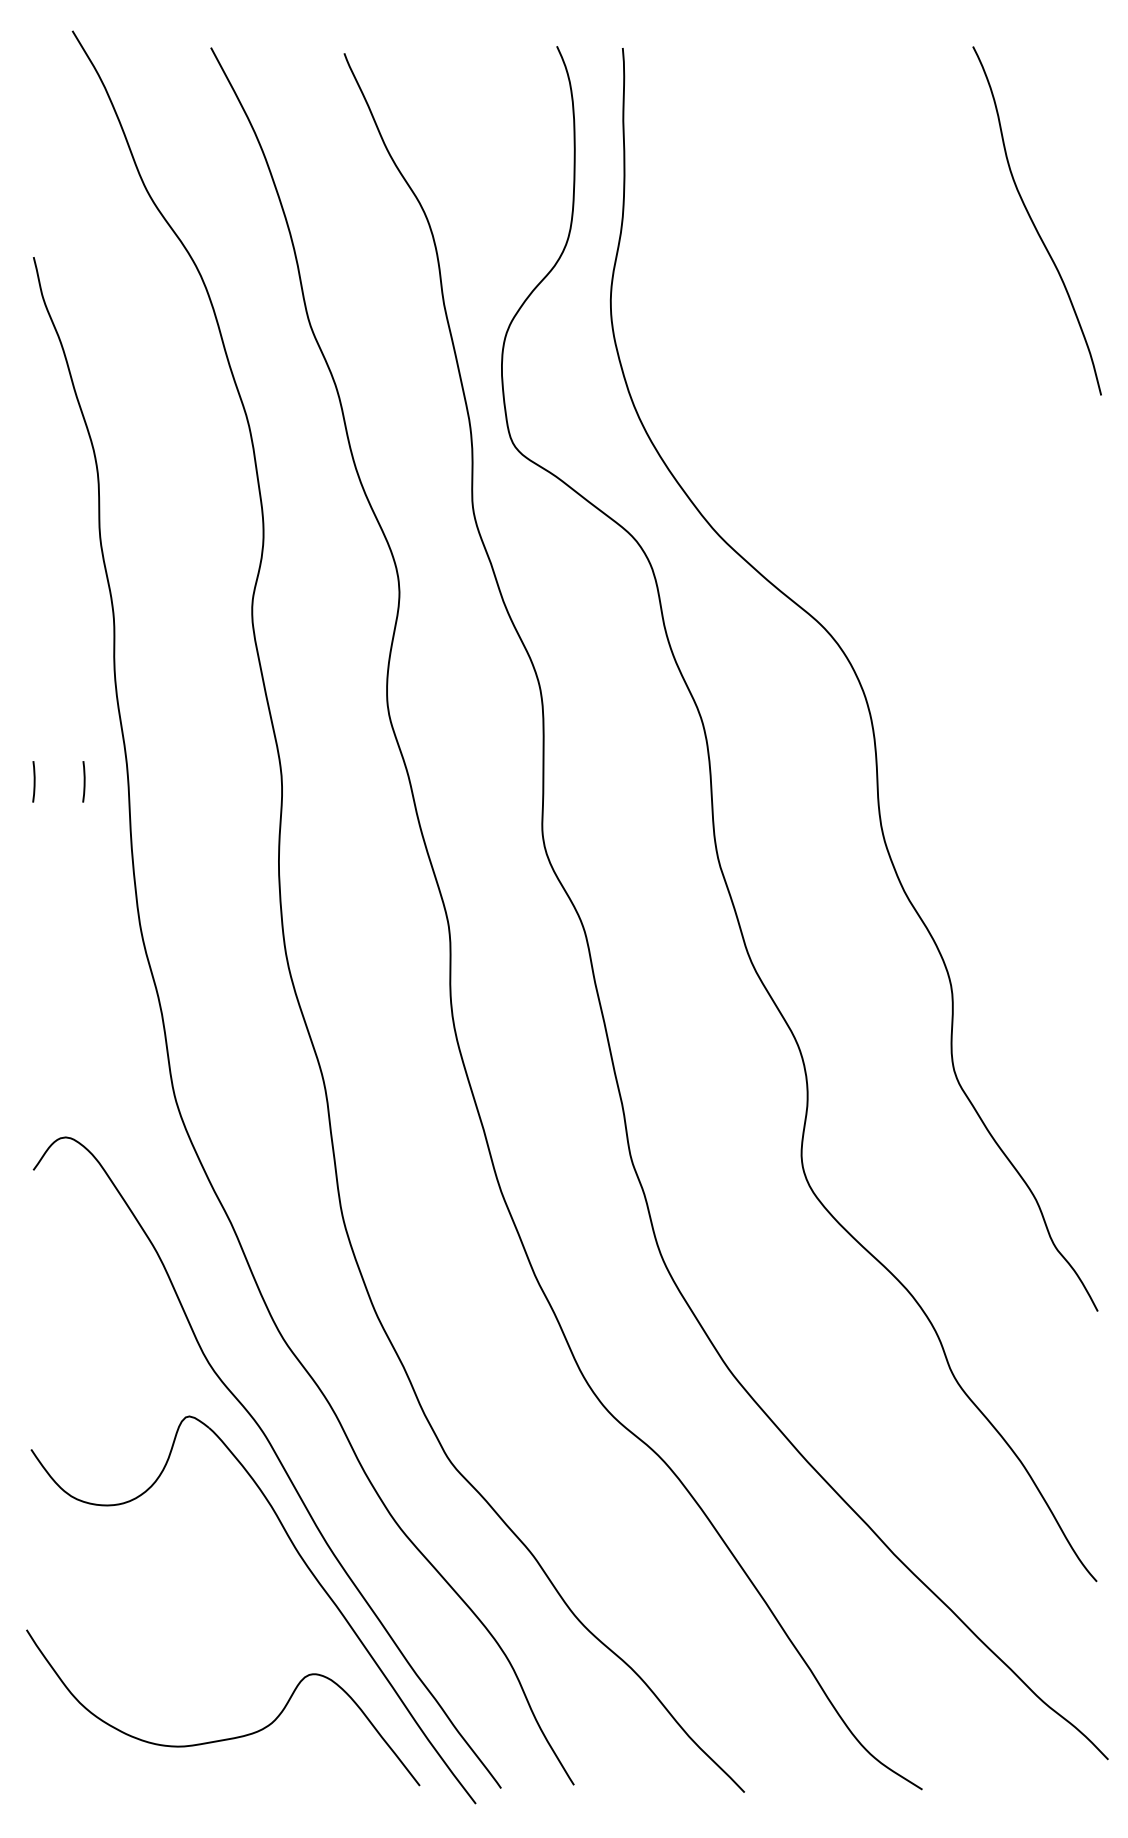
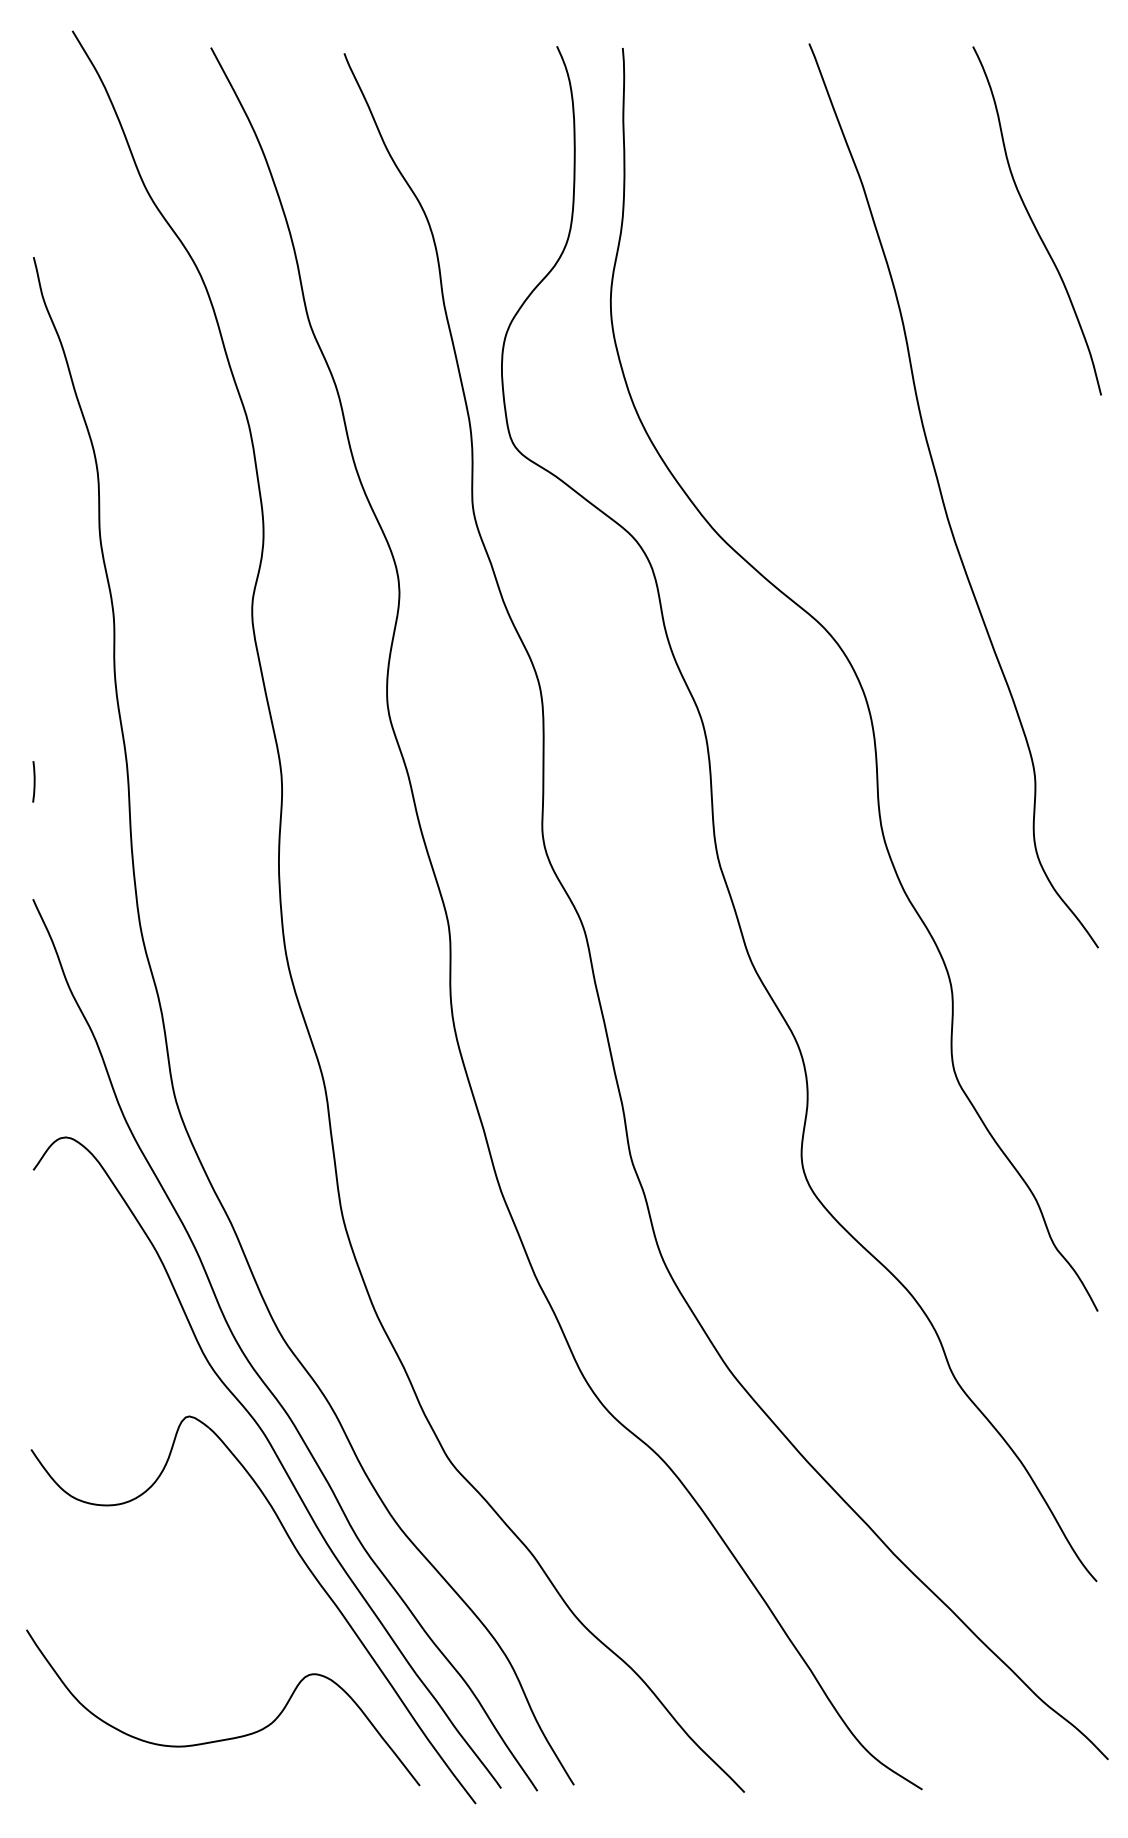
curve at (943, 498): none -> present
line at (83, 781): present -> none
curve at (253, 1366): none -> present
